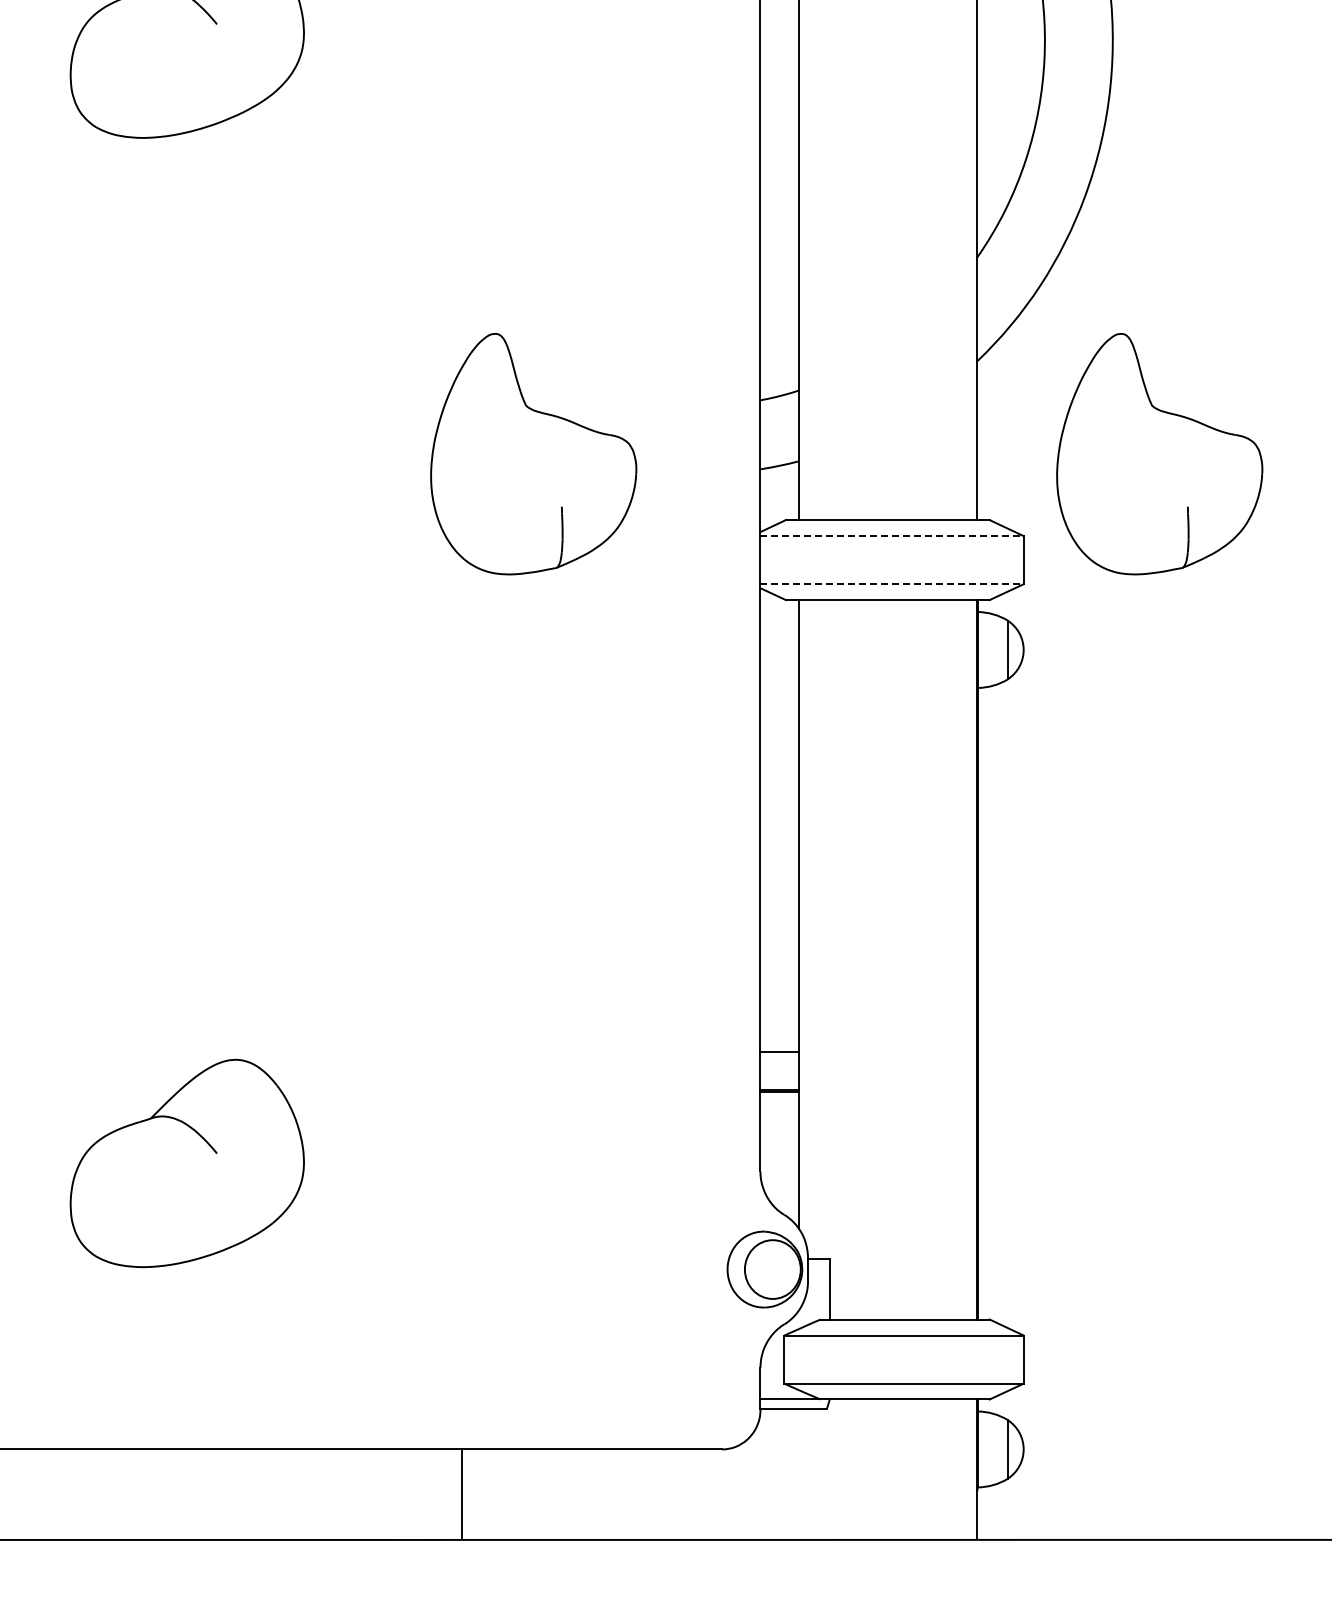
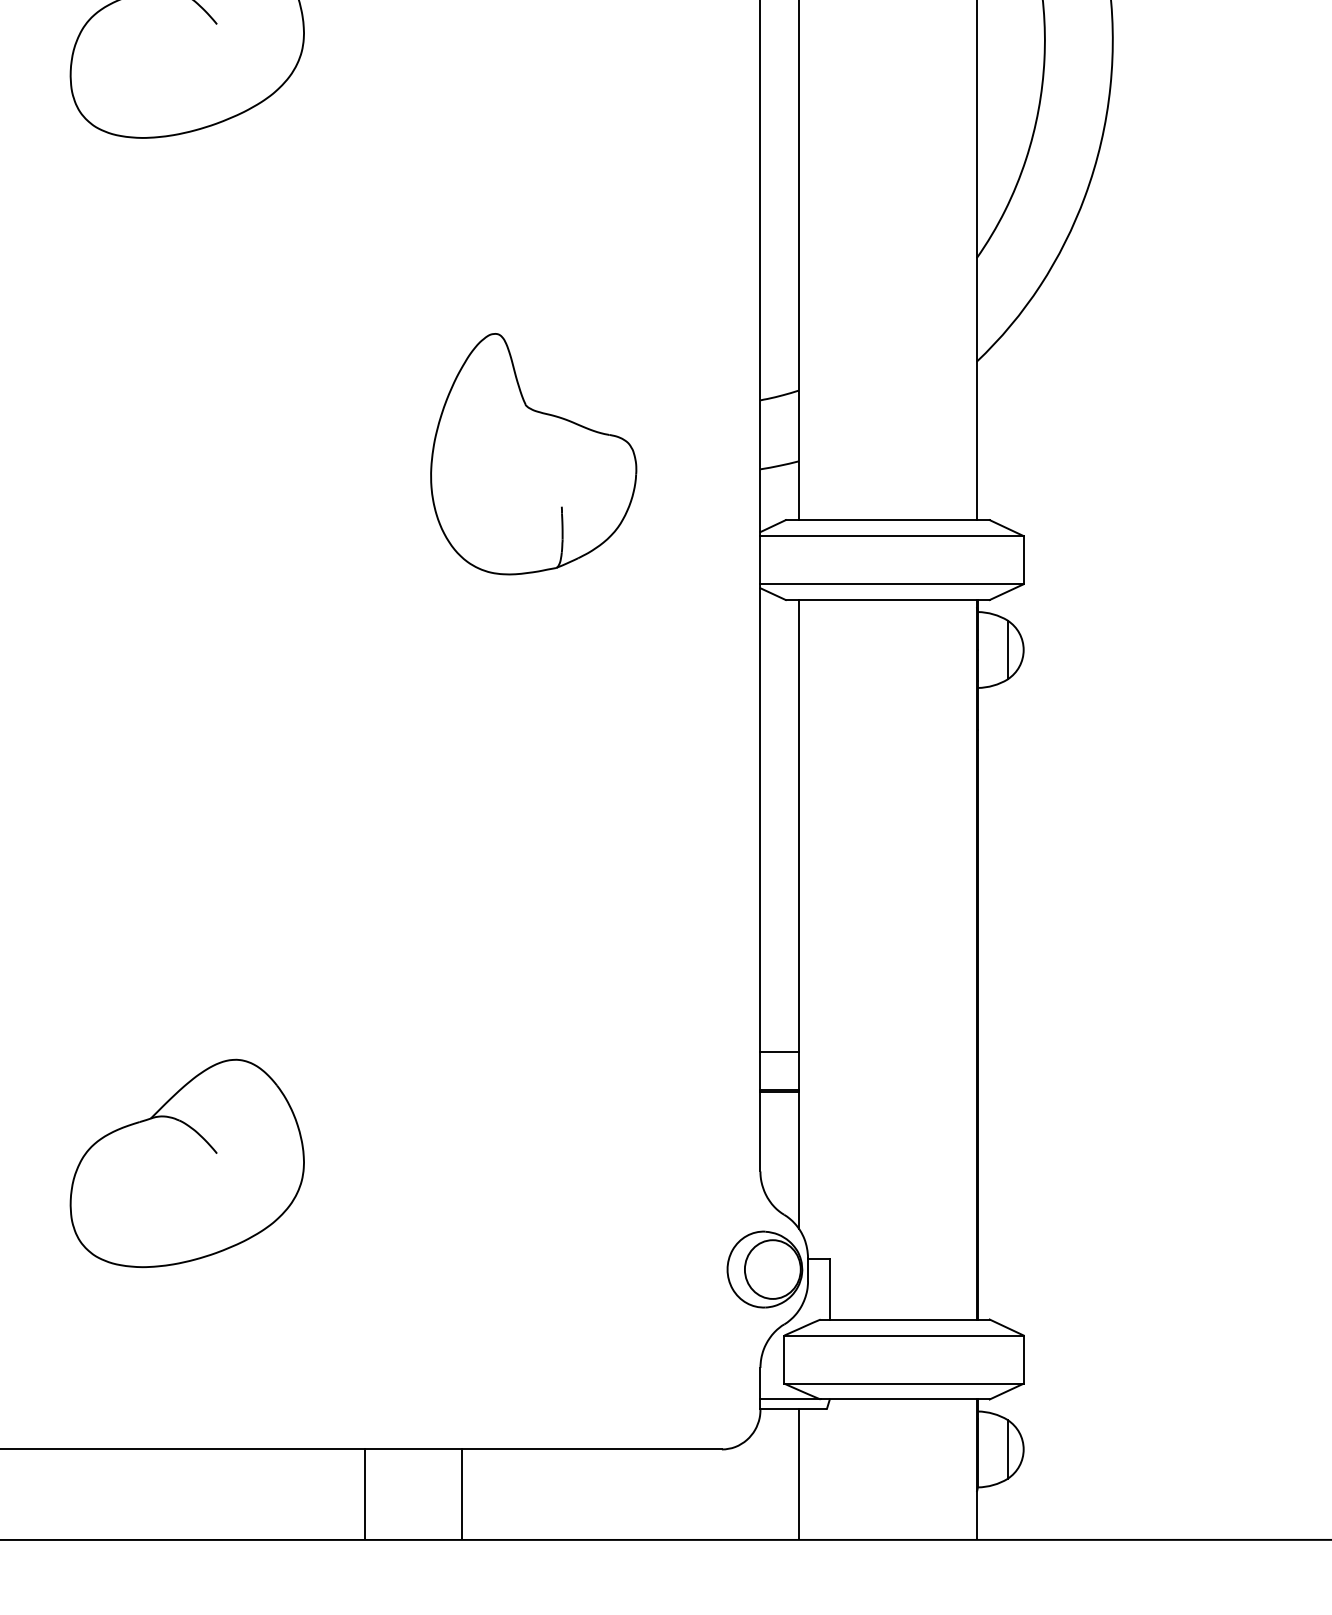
part at (1159, 454): present -> none
line at (892, 536): dashed -> solid
line at (892, 584): dashed -> solid
line at (798, 1474): none -> present
line at (364, 1494): none -> present
